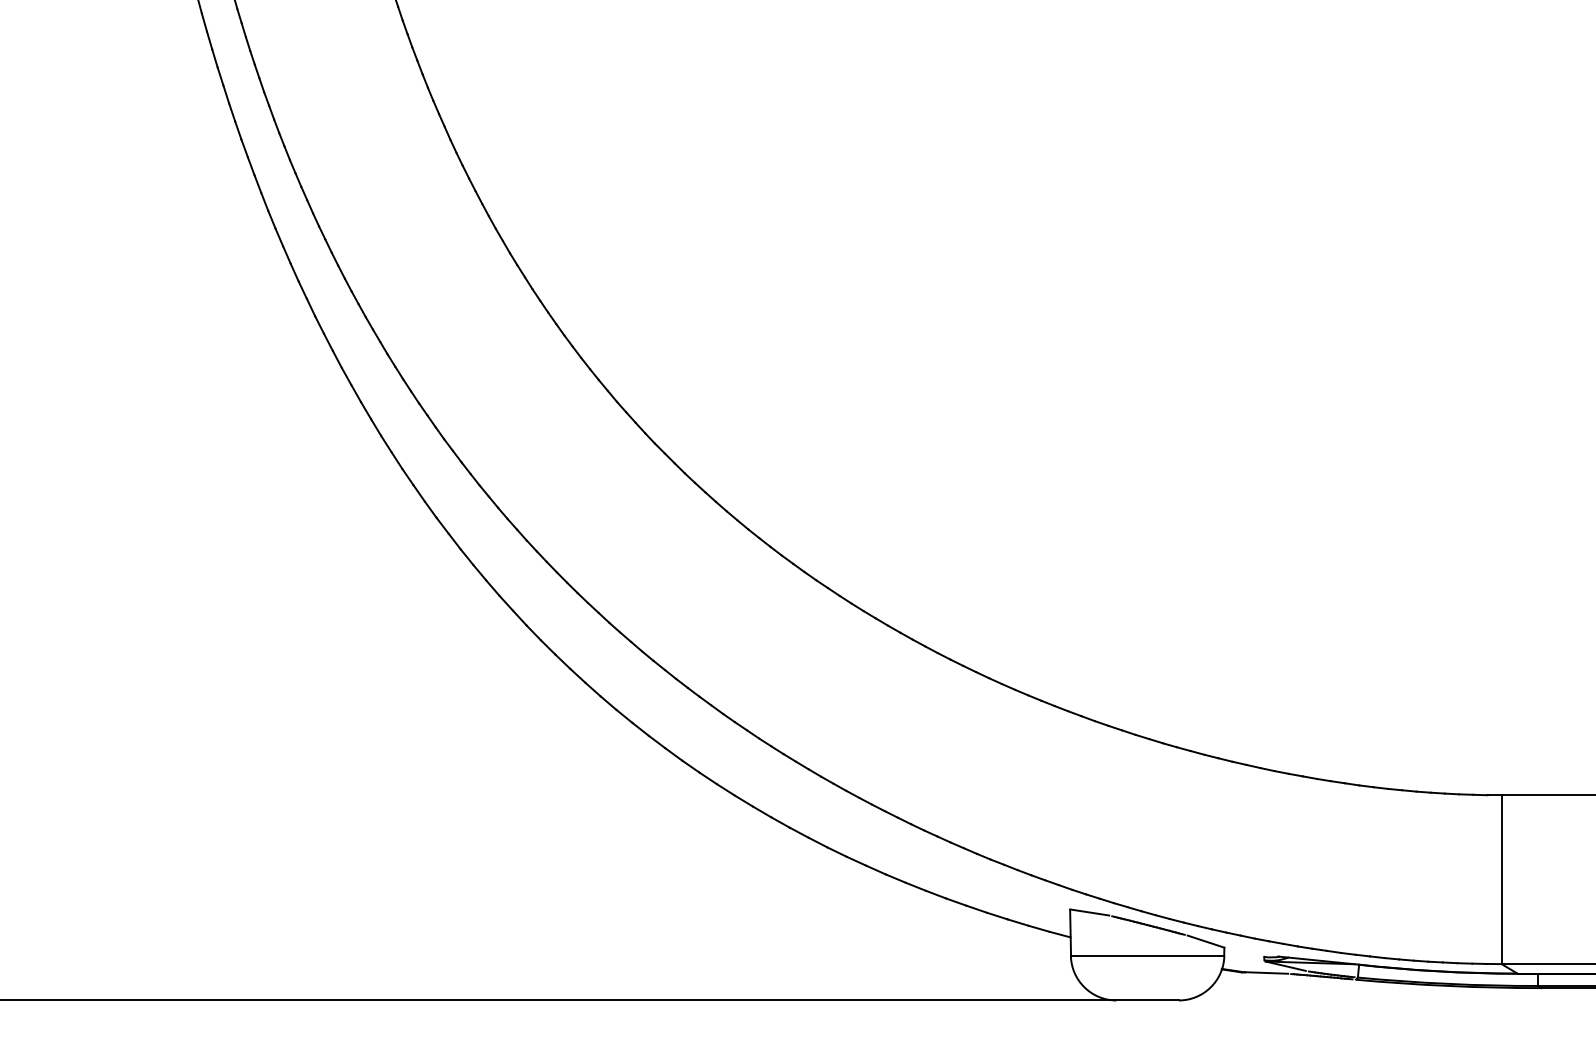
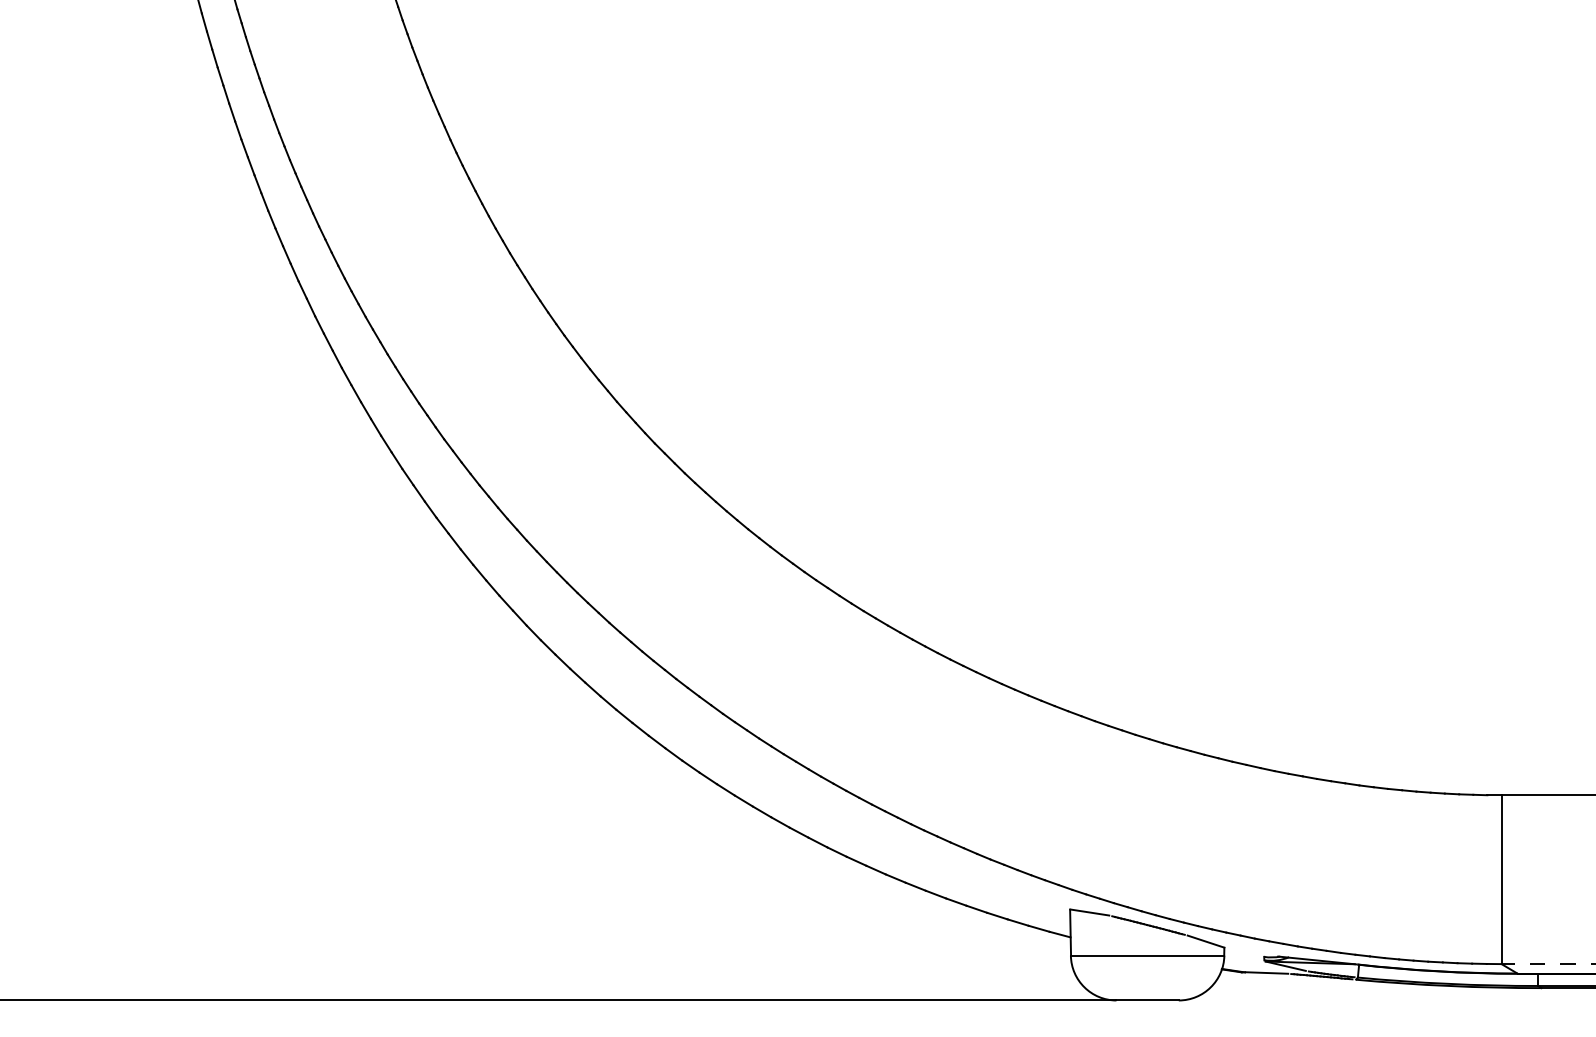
line at (1548, 964): solid -> dashed
